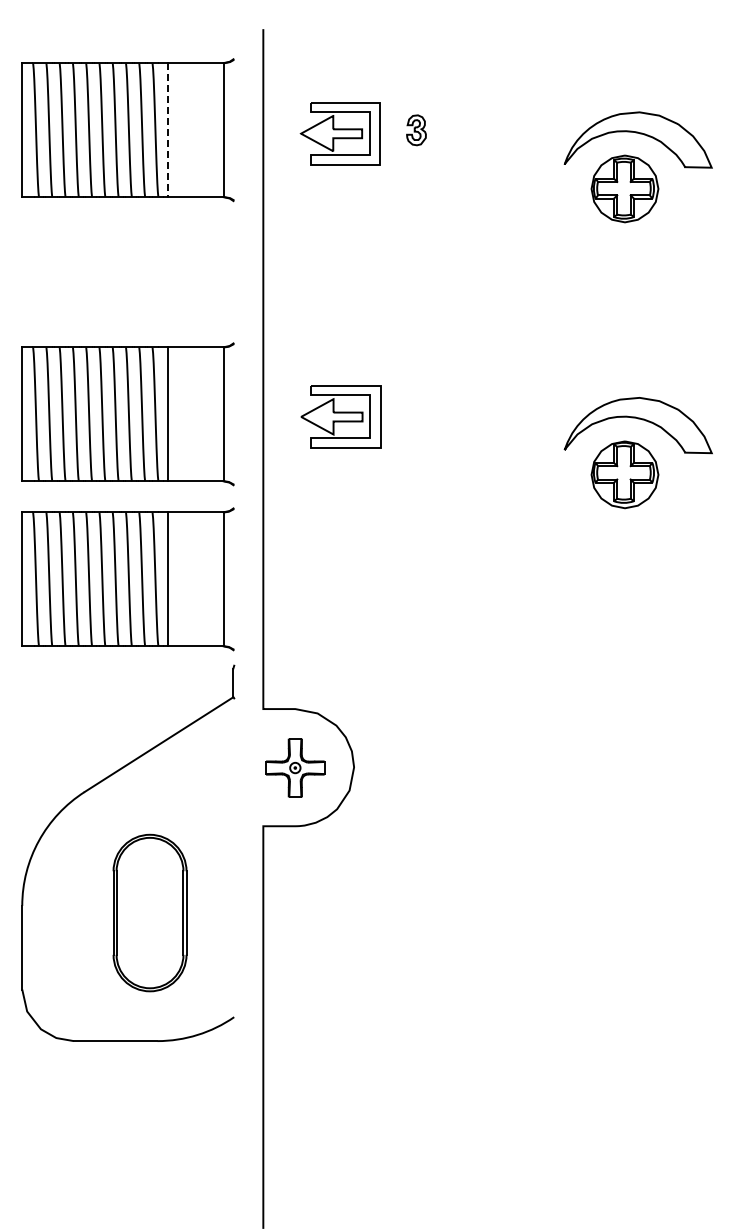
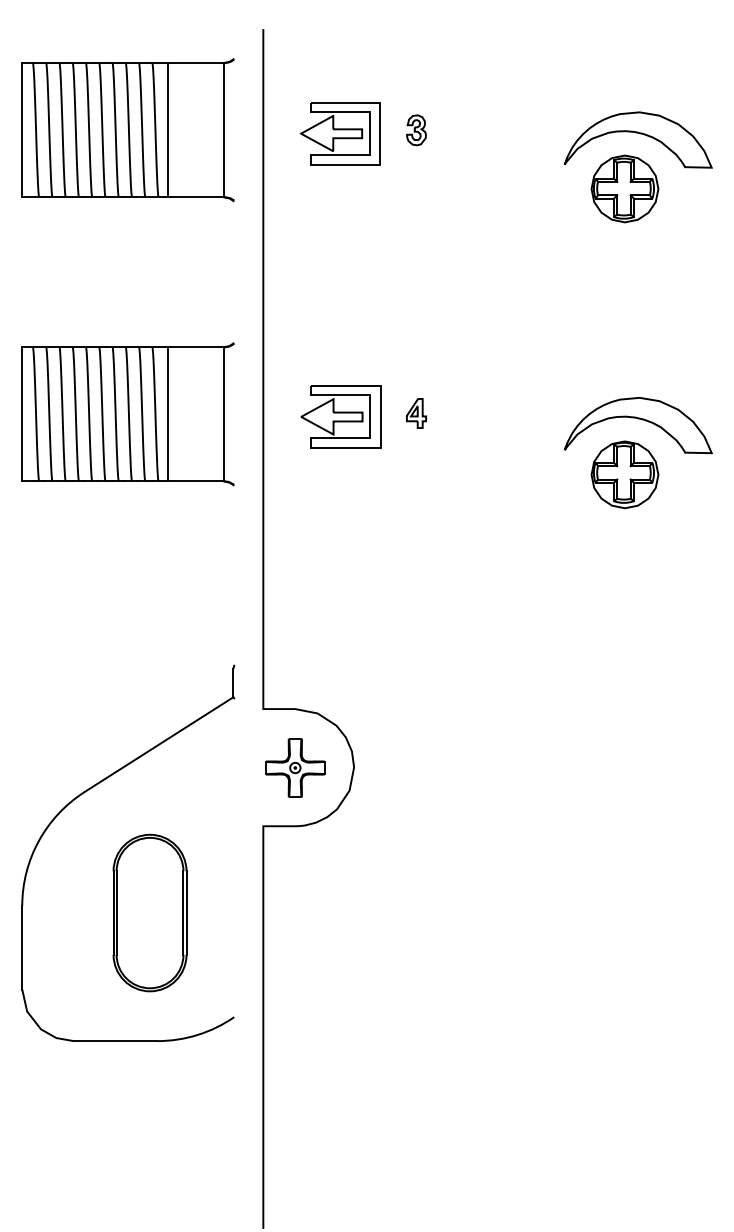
line at (167, 130): dashed -> solid
part at (416, 413): none -> present
part at (127, 579): present -> none
